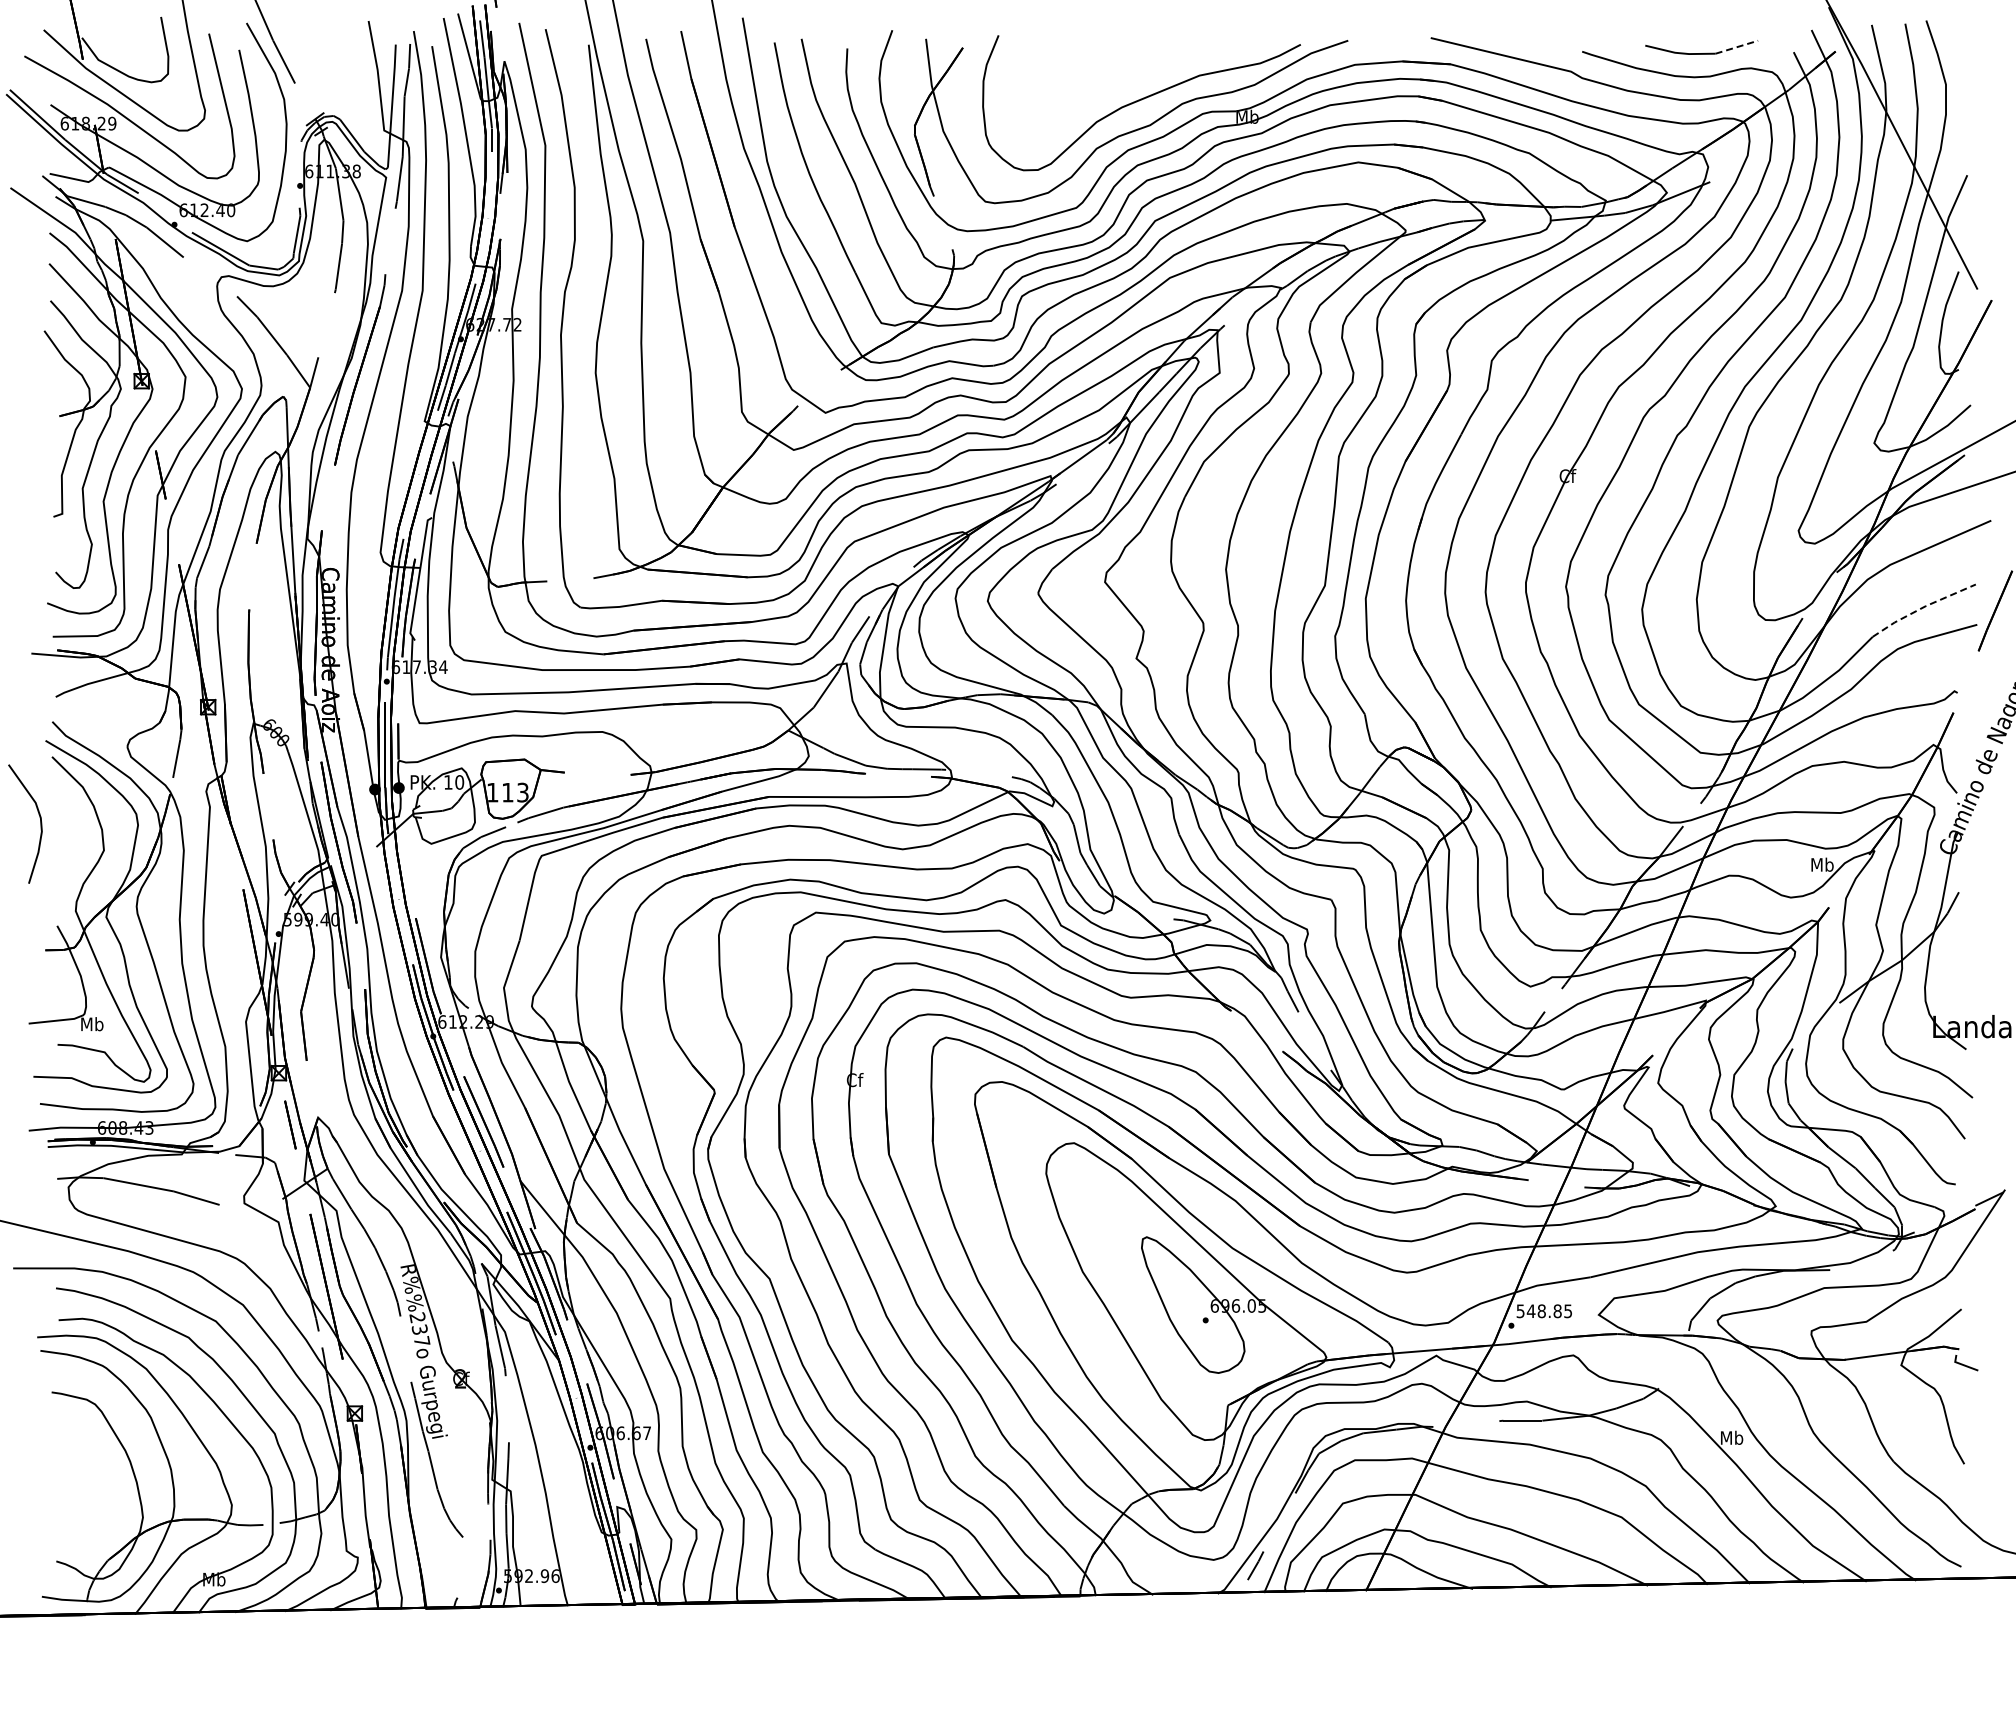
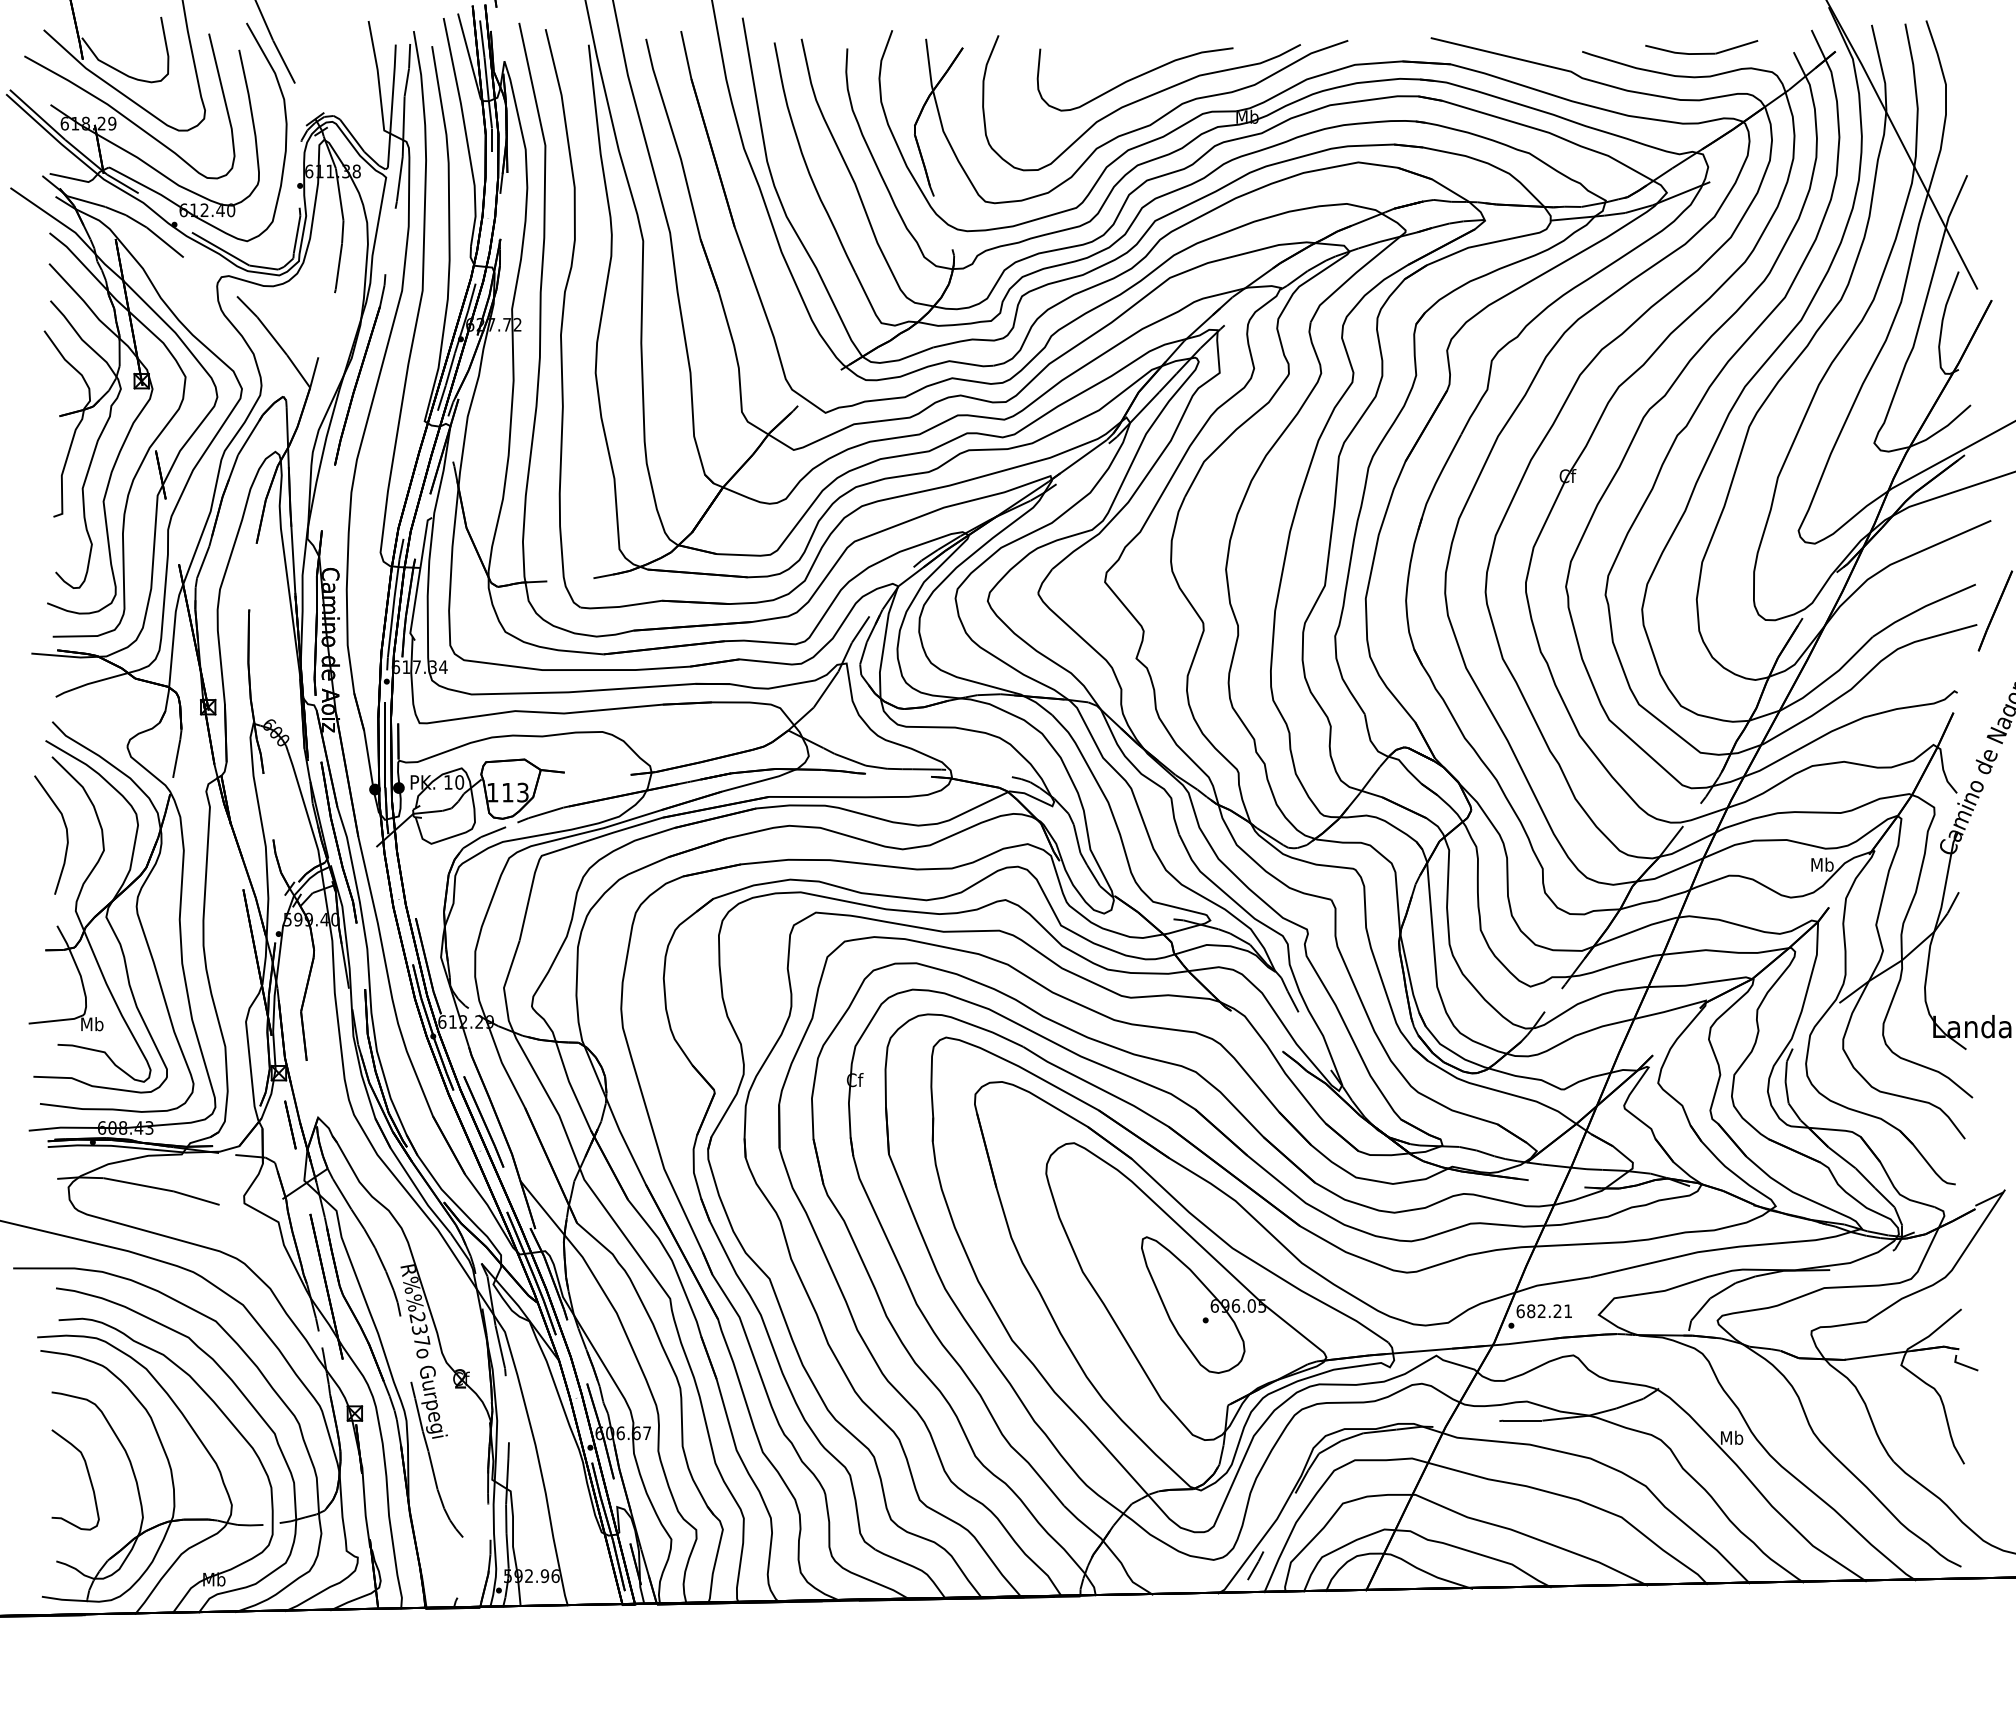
line at (1737, 47): dashed -> solid
curve at (1134, 79): none -> present
line at (1922, 607): dashed -> solid
curve at (40, 823) position: (40, 823) -> (66, 834)
text at (1543, 1311): 548.85 -> 682.21
curve at (88, 1477): none -> present
